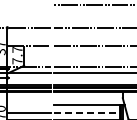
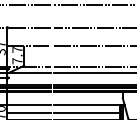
line at (26, 5): none -> present
line at (26, 105): none -> present
line at (87, 113): dashed -> solid
